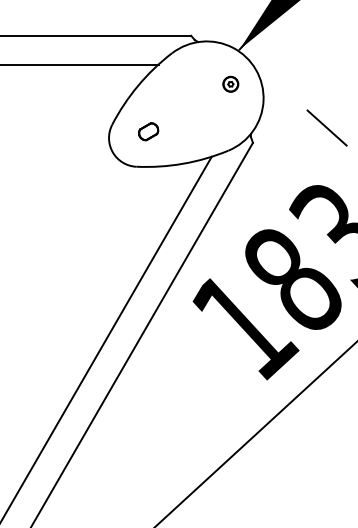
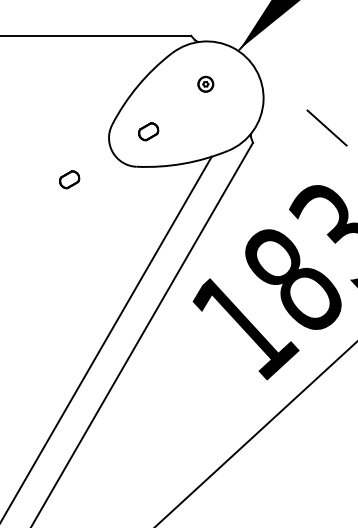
line at (80, 64): present -> none
part at (230, 83) position: (230, 83) -> (205, 83)
part at (69, 179): none -> present
